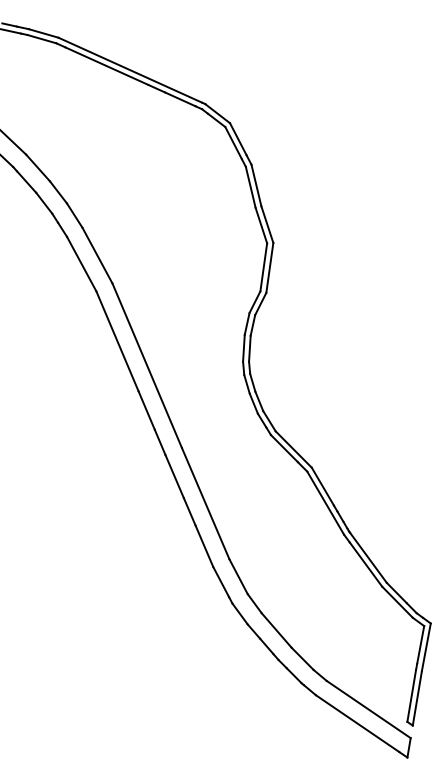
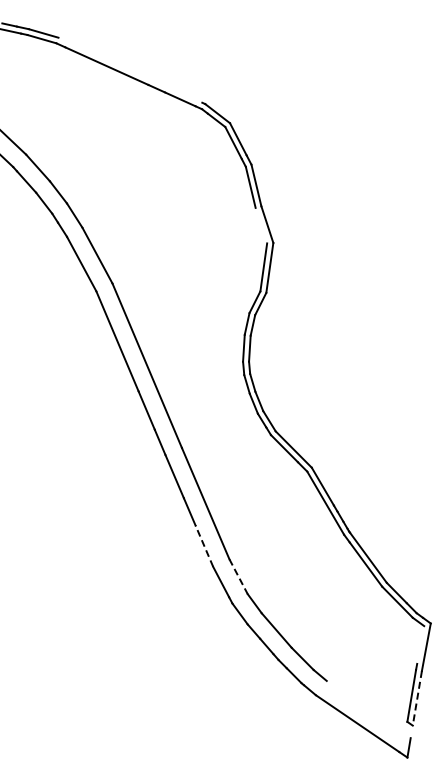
line at (130, 69): present -> none
line at (261, 225): present -> none
line at (204, 546): solid -> dashed
line at (238, 576): solid -> dashed
line at (420, 644): present -> none
line at (417, 698): solid -> dashed
line at (368, 709): present -> none
